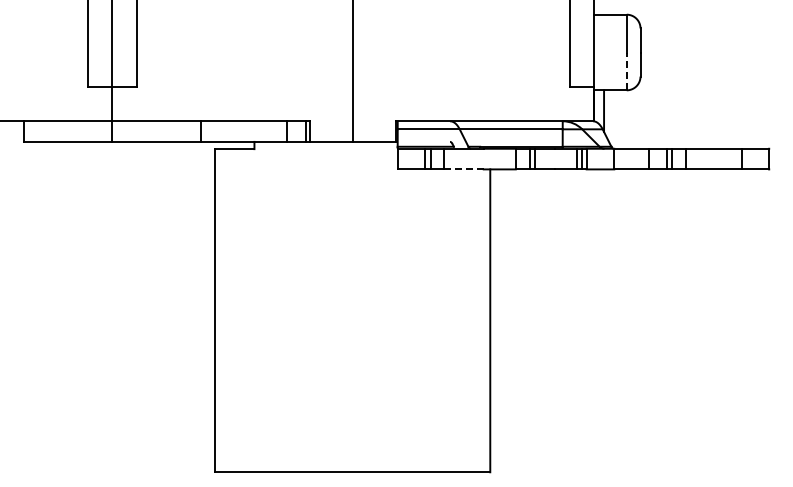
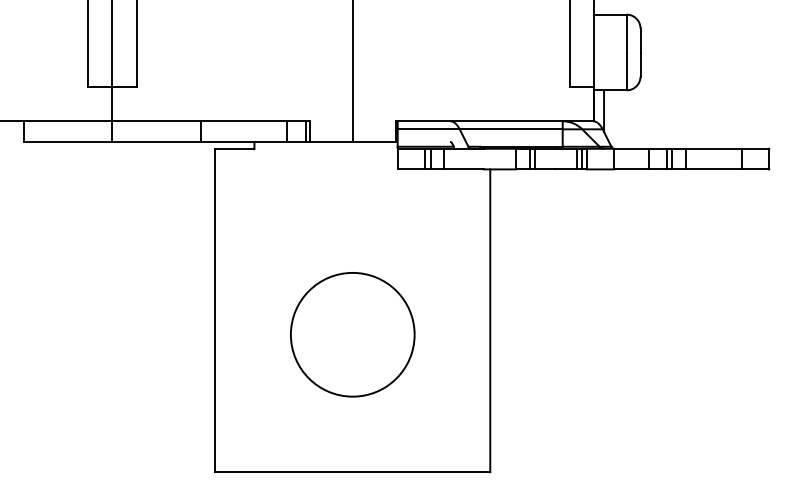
line at (626, 71): dashed -> solid
line at (464, 169): dashed -> solid
circle at (352, 334): none -> present
